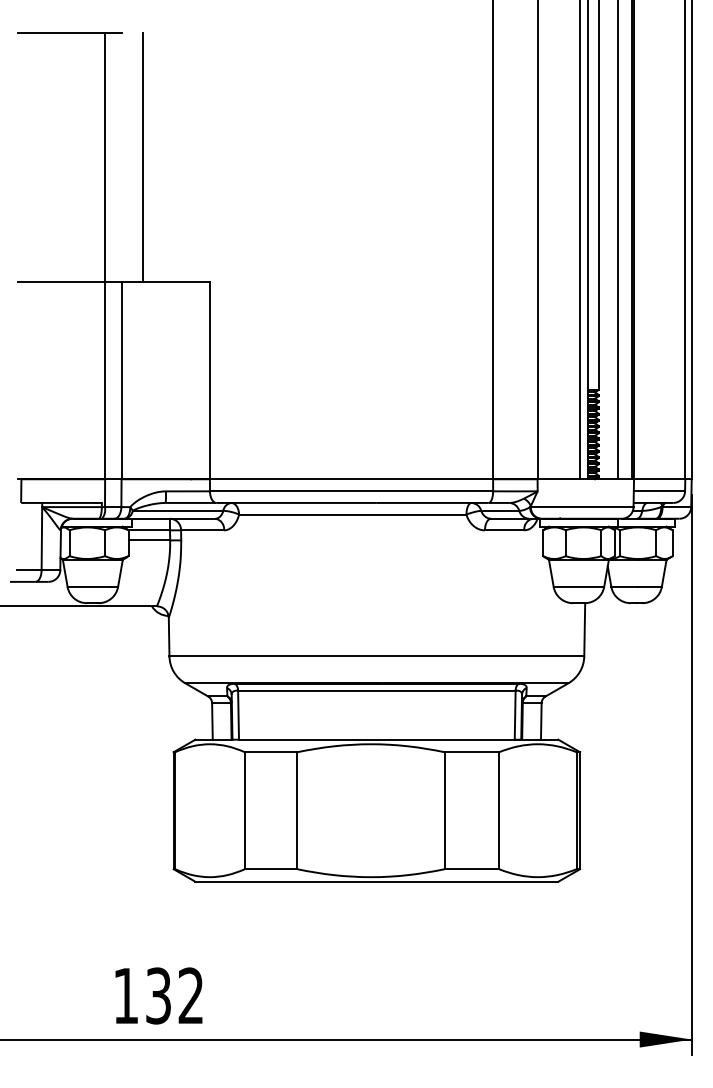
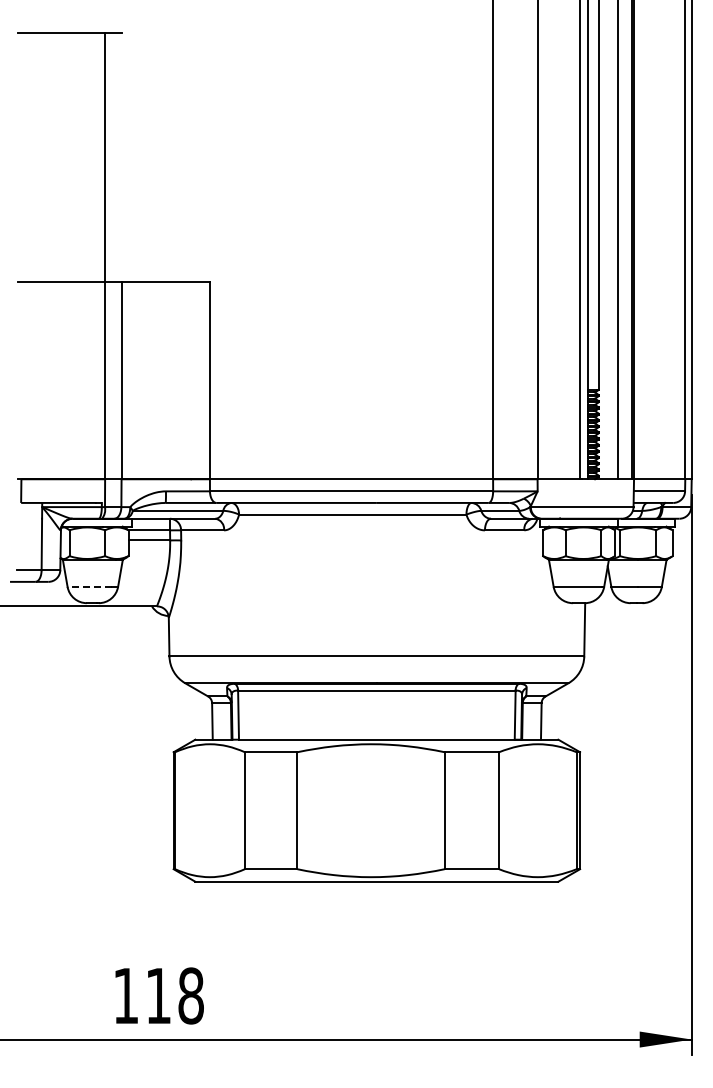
line at (142, 157): present -> none
line at (89, 586): solid -> dashed
text at (174, 995): 132 -> 118
